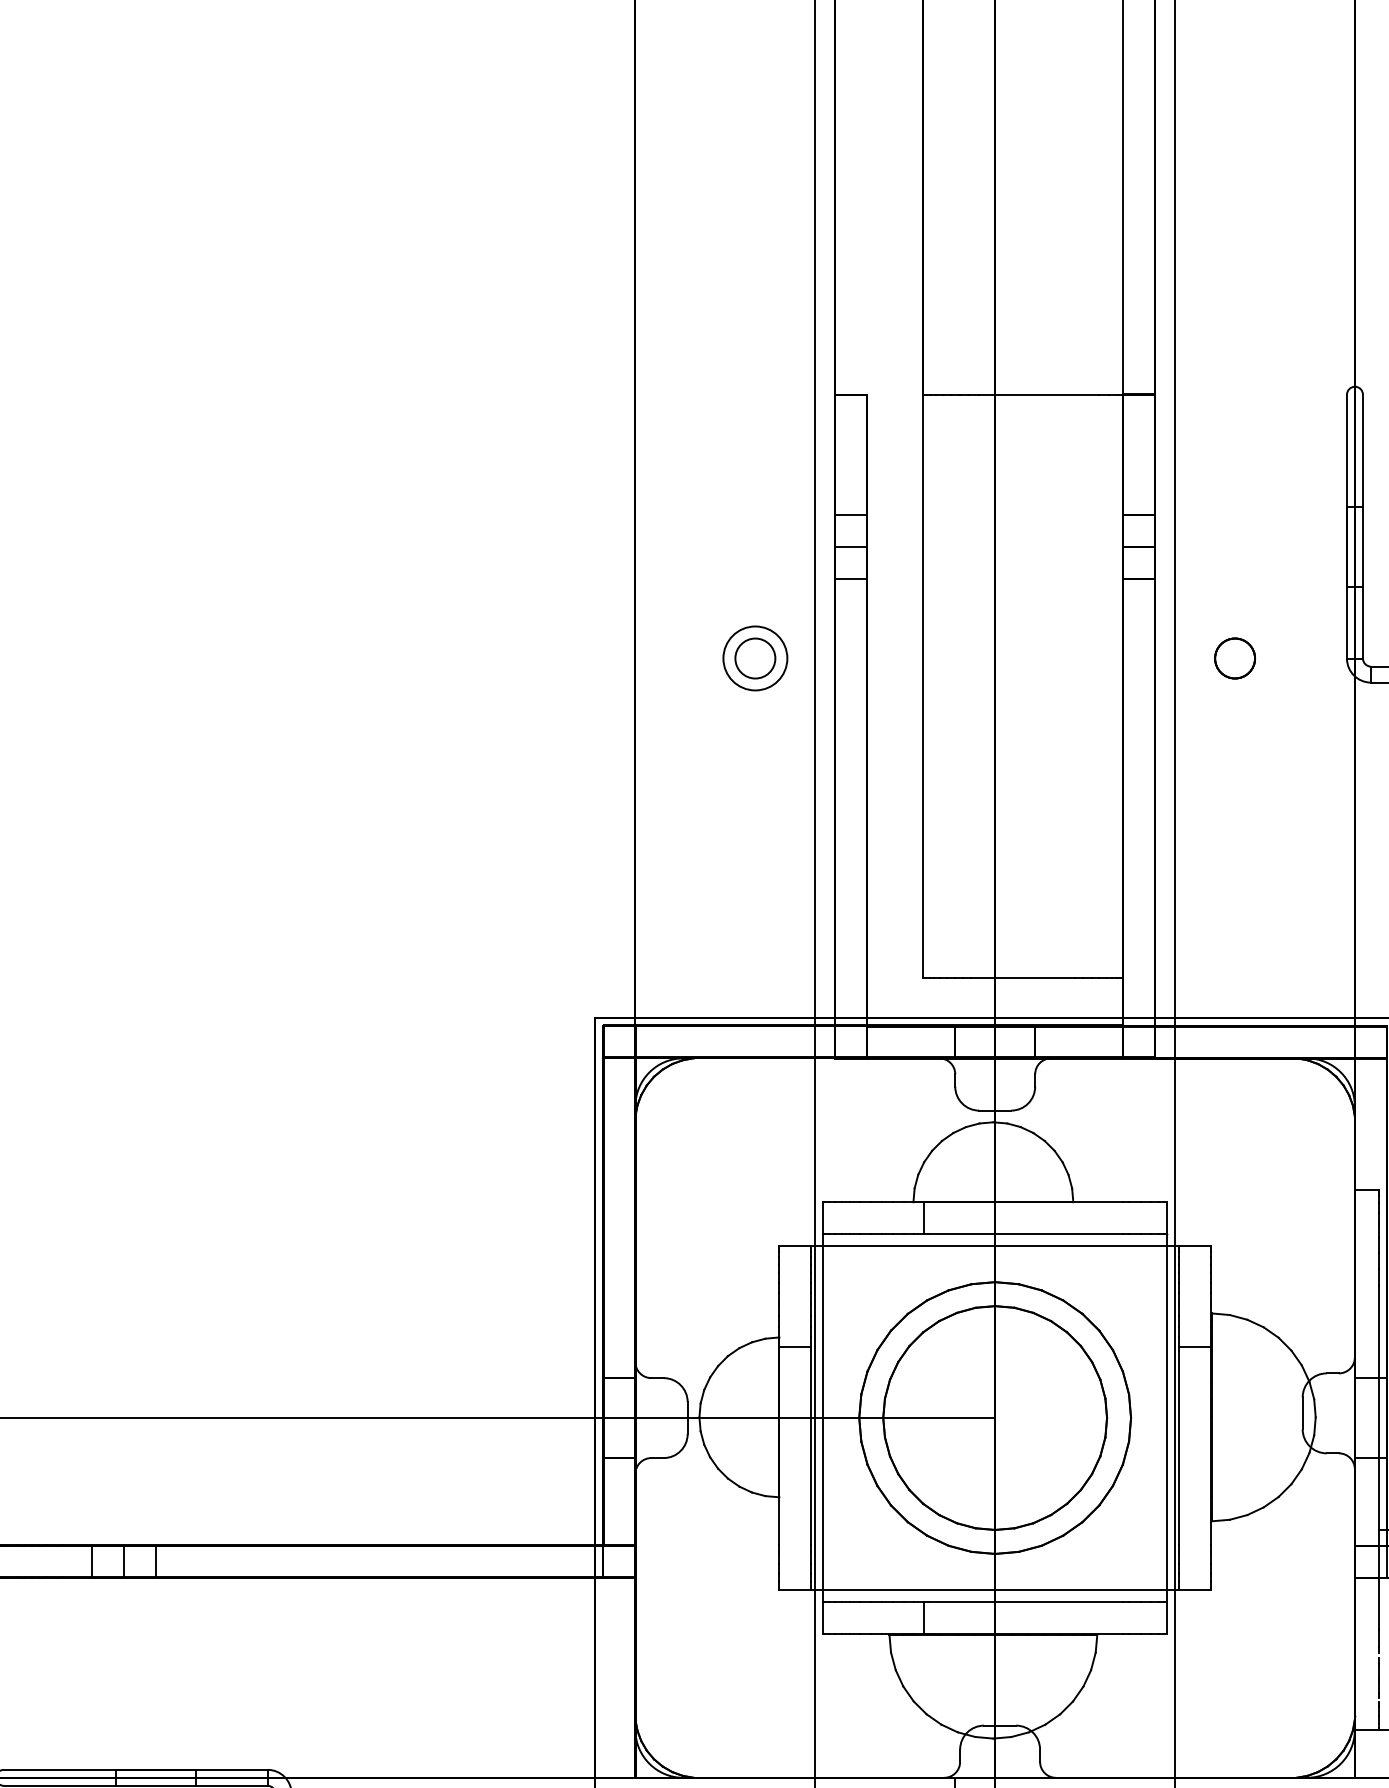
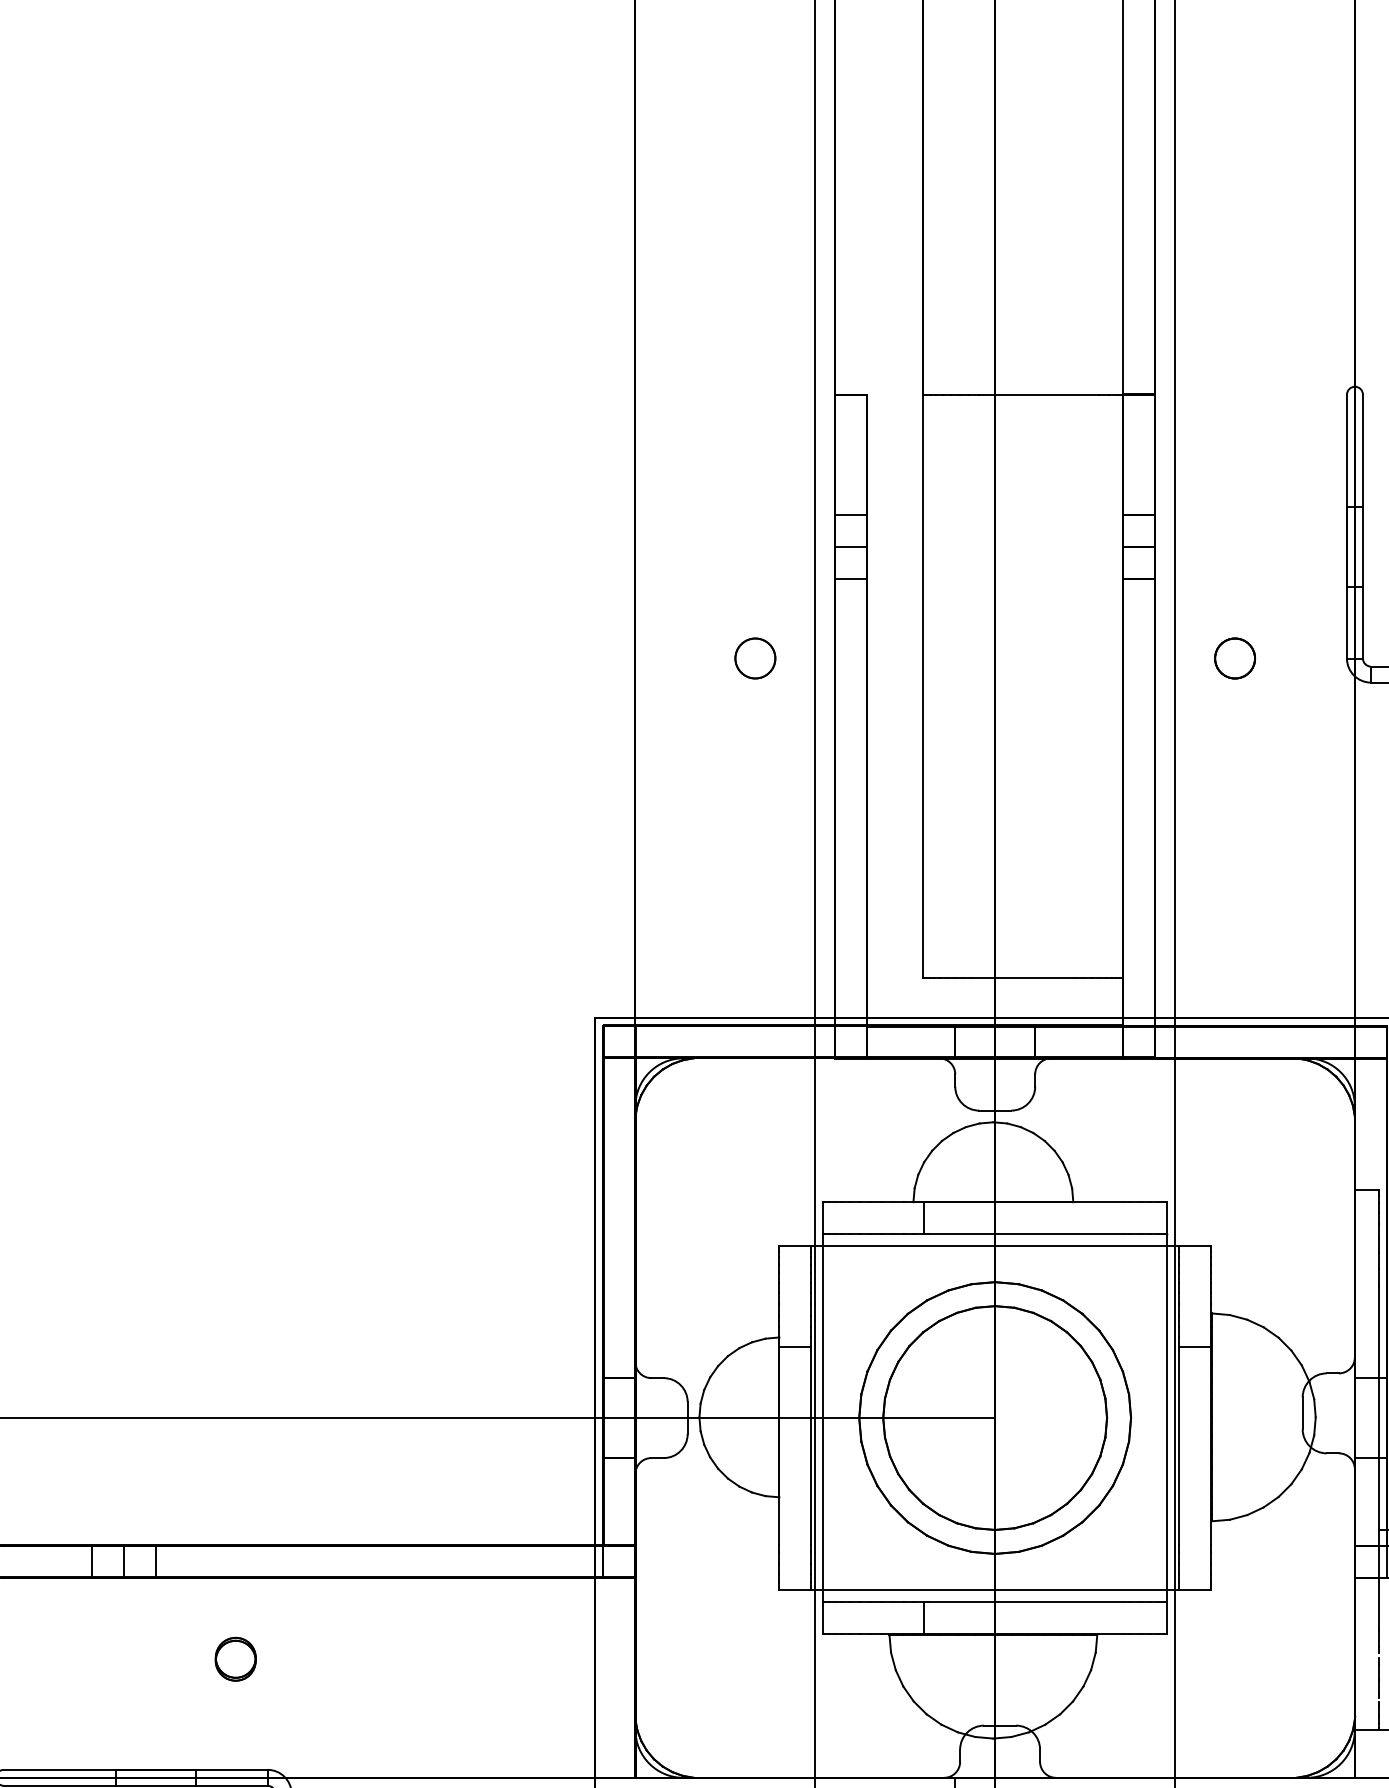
circle at (755, 658) diameter: 64 px -> 40 px
part at (235, 1658): none -> present
